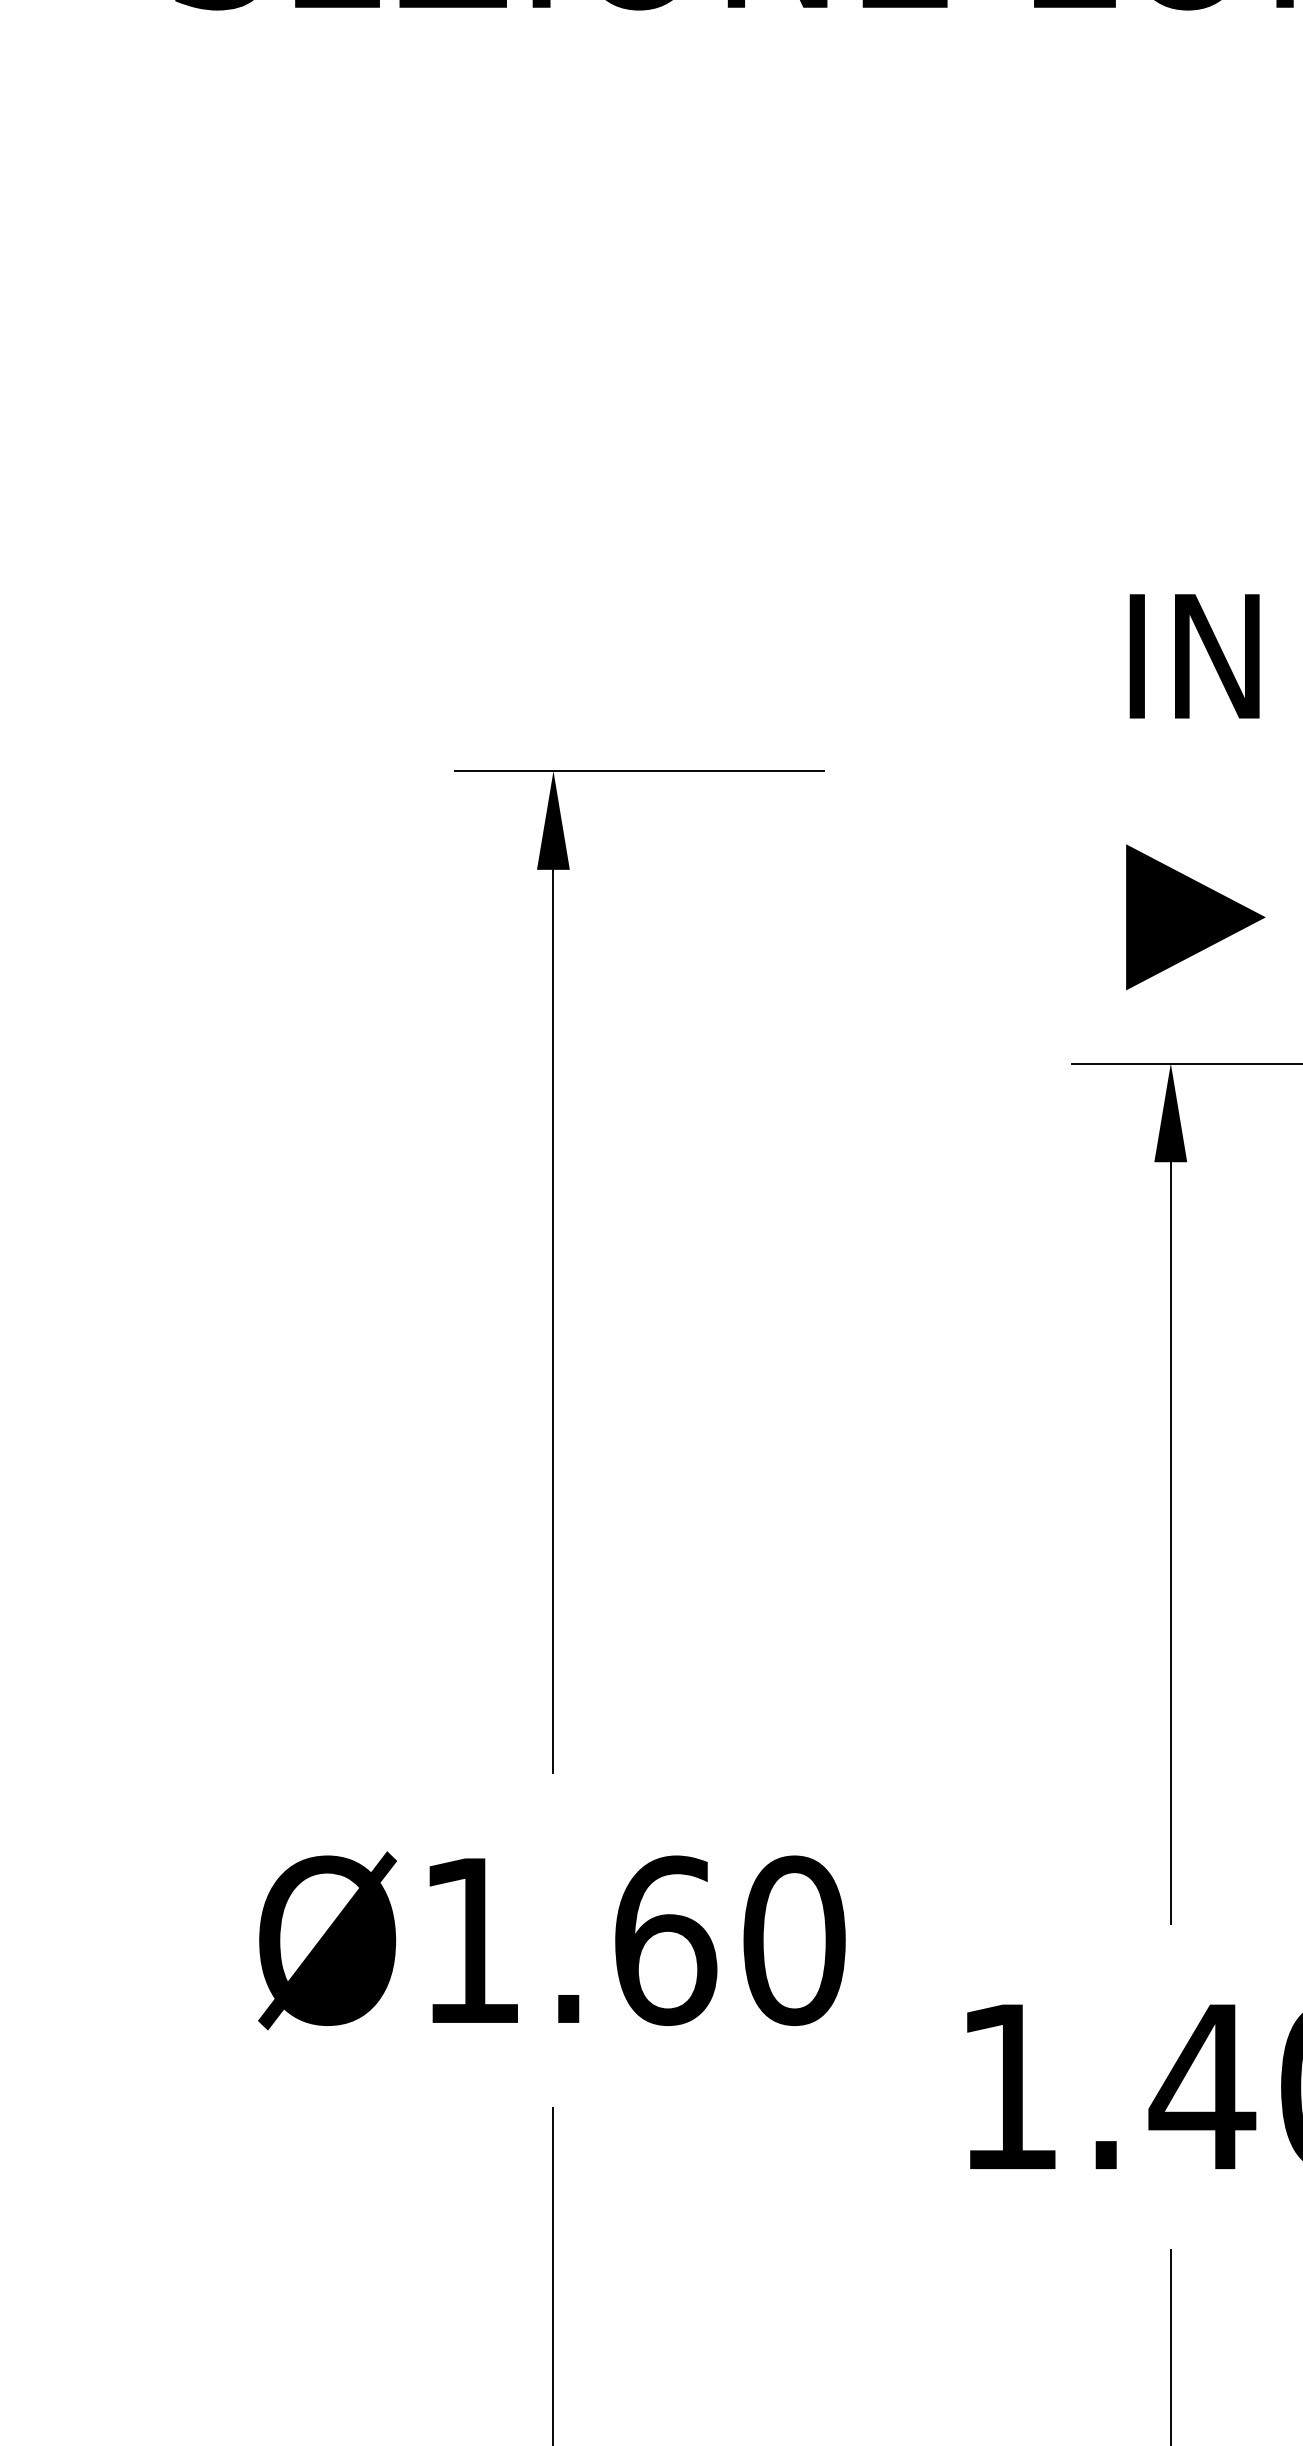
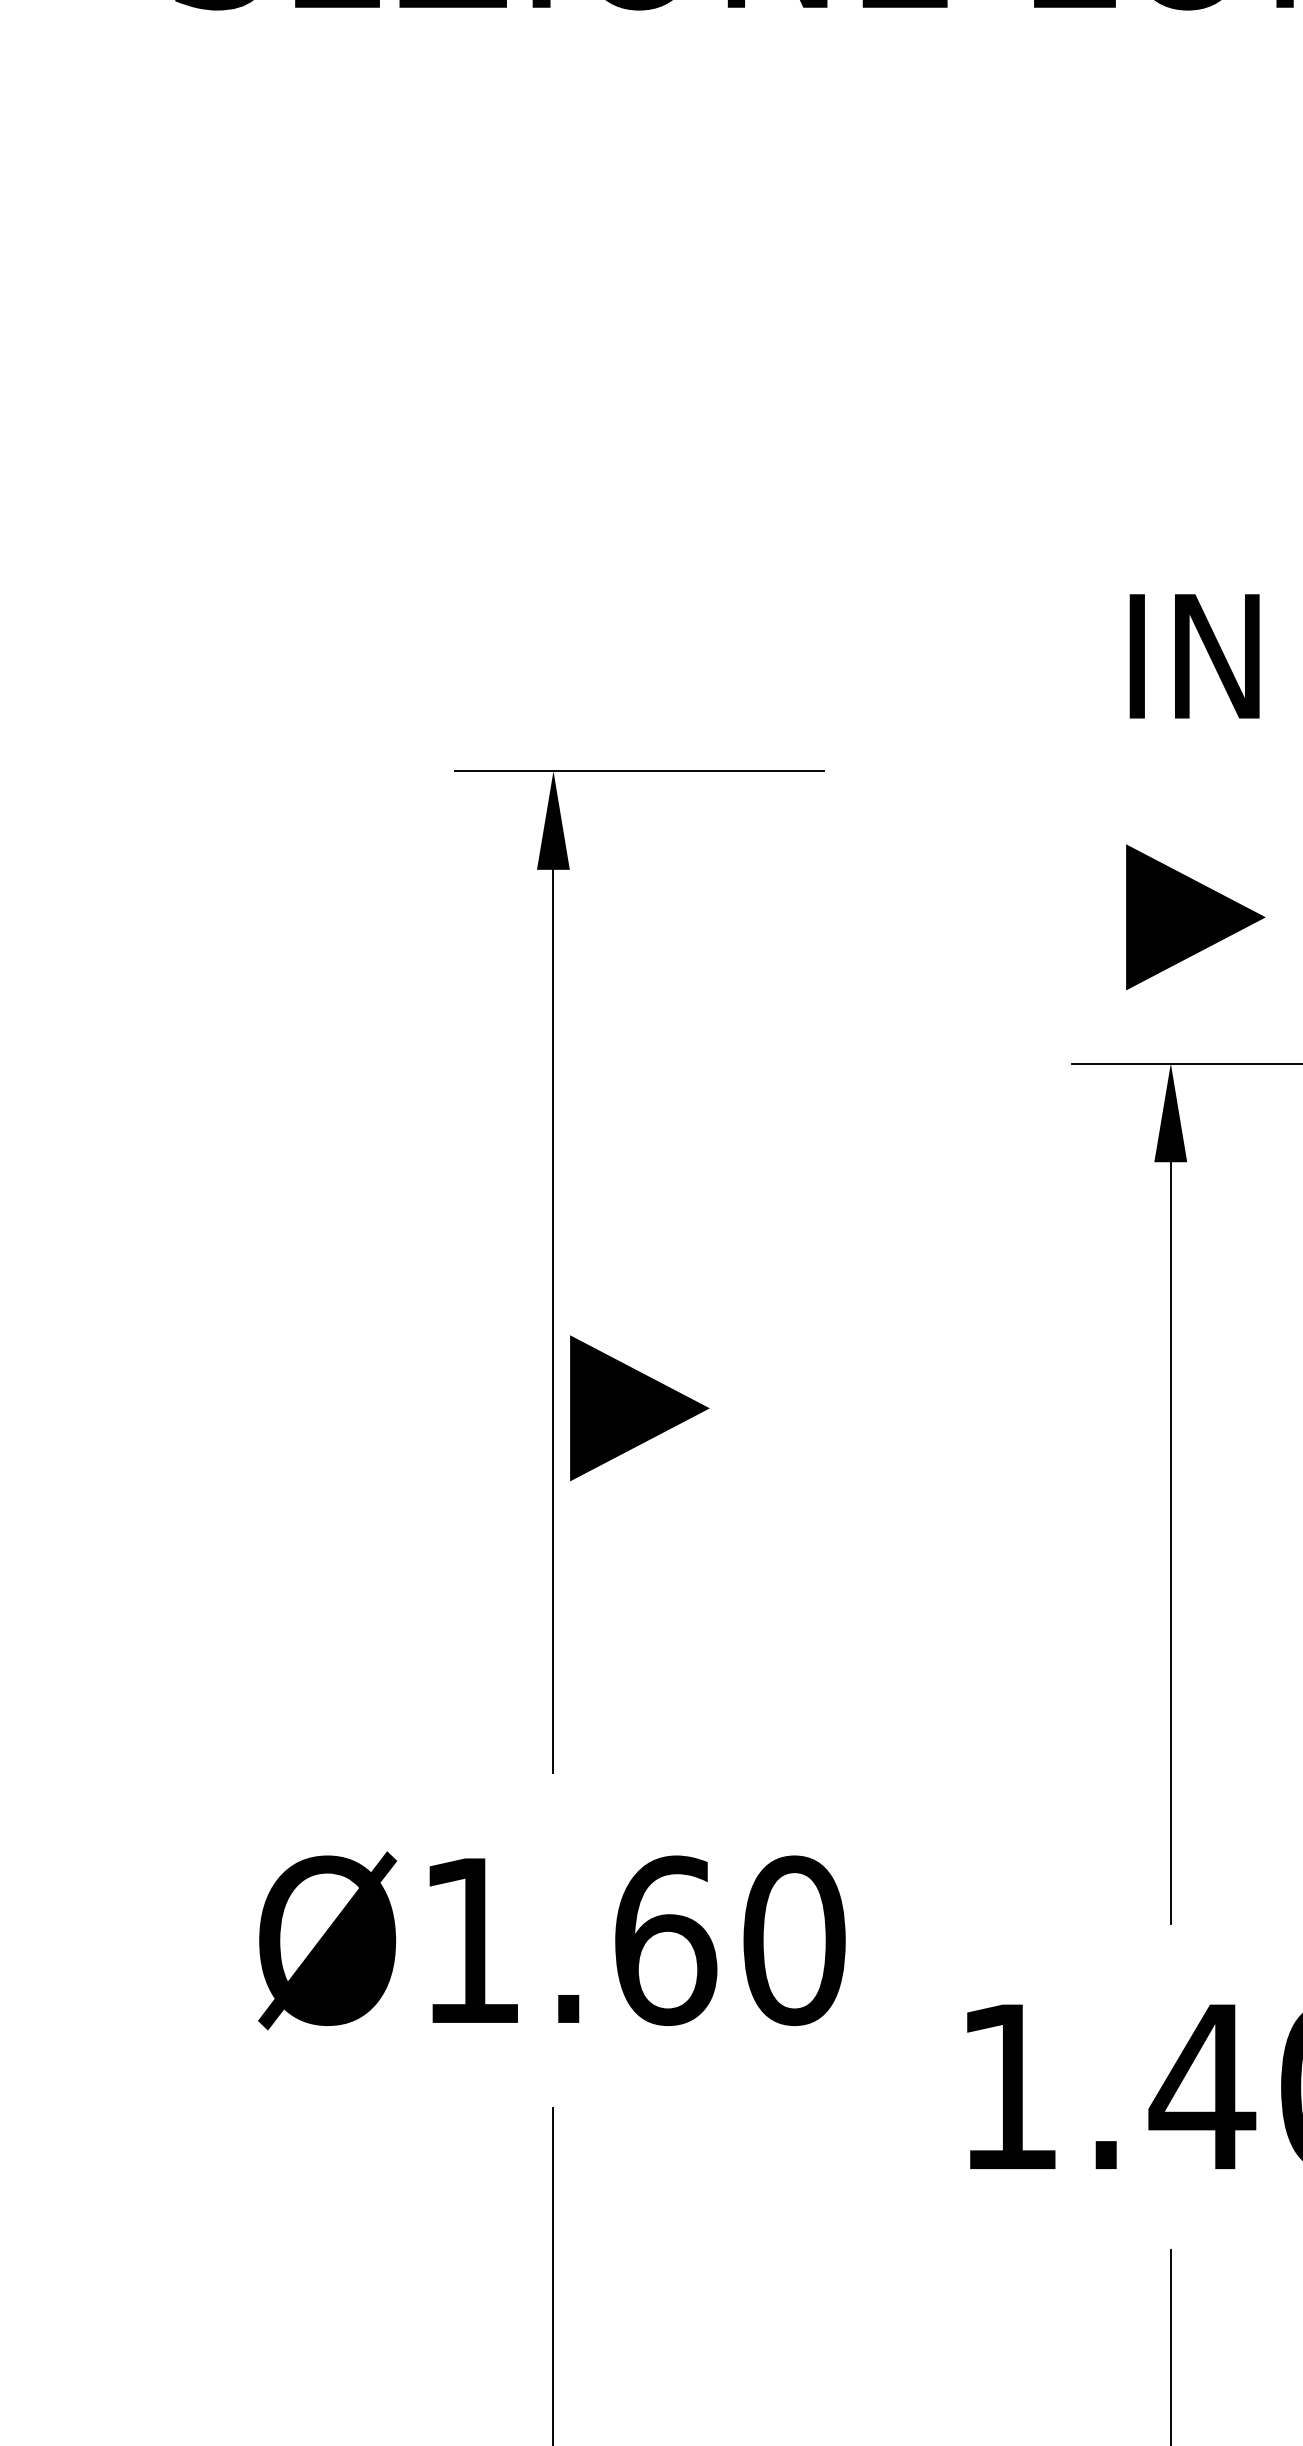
line at (639, 1408): none -> present
